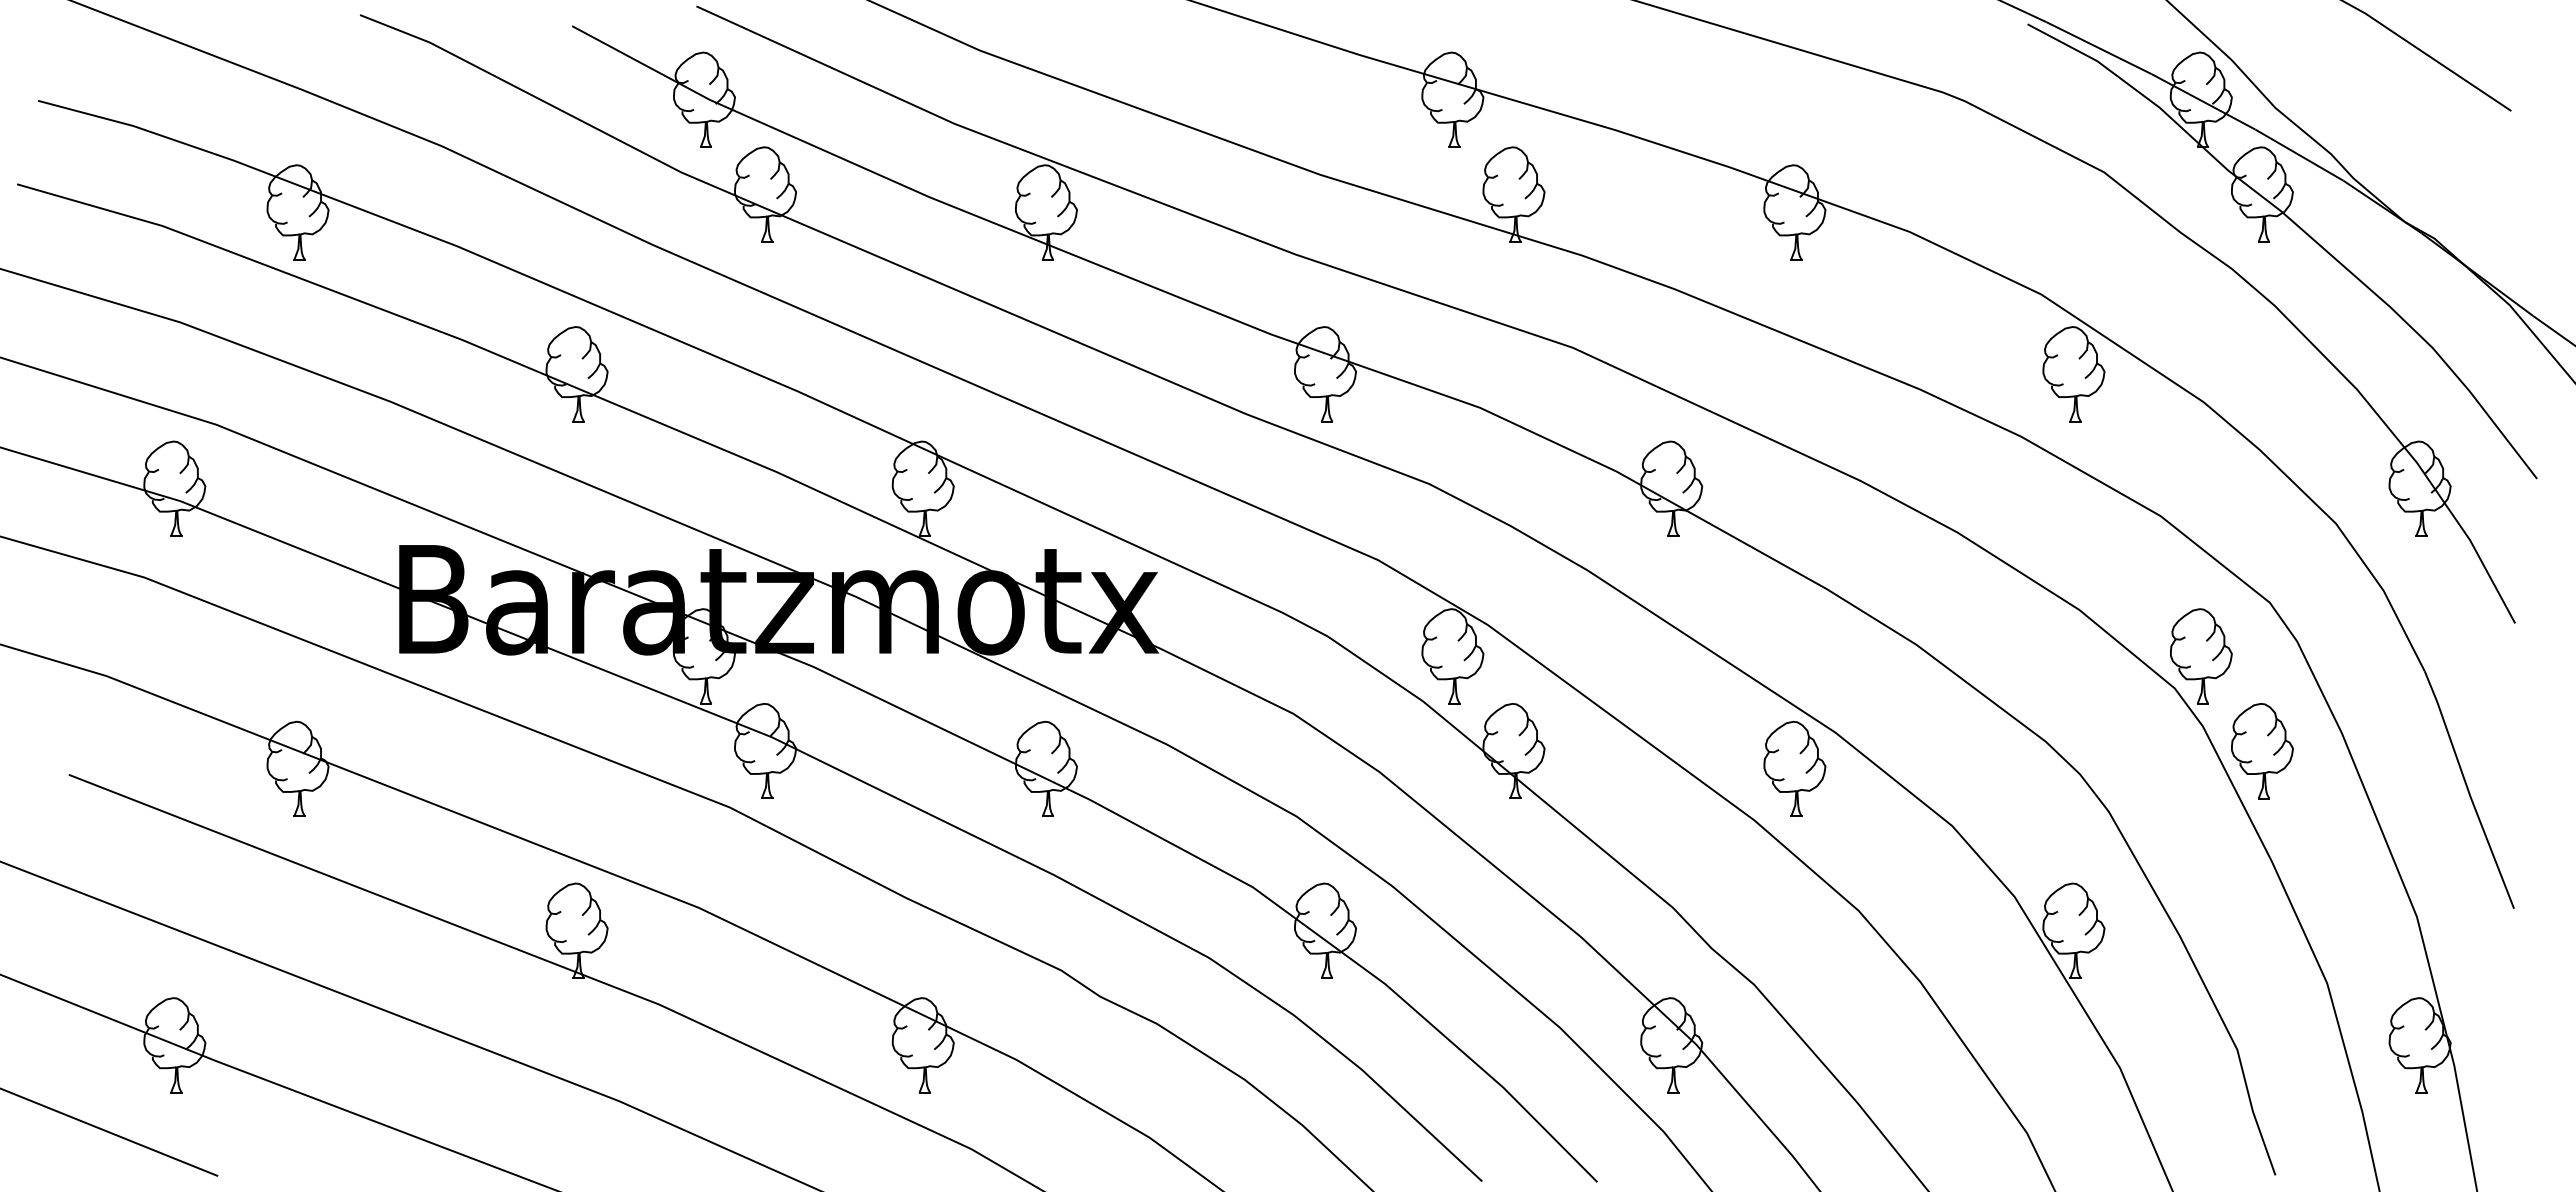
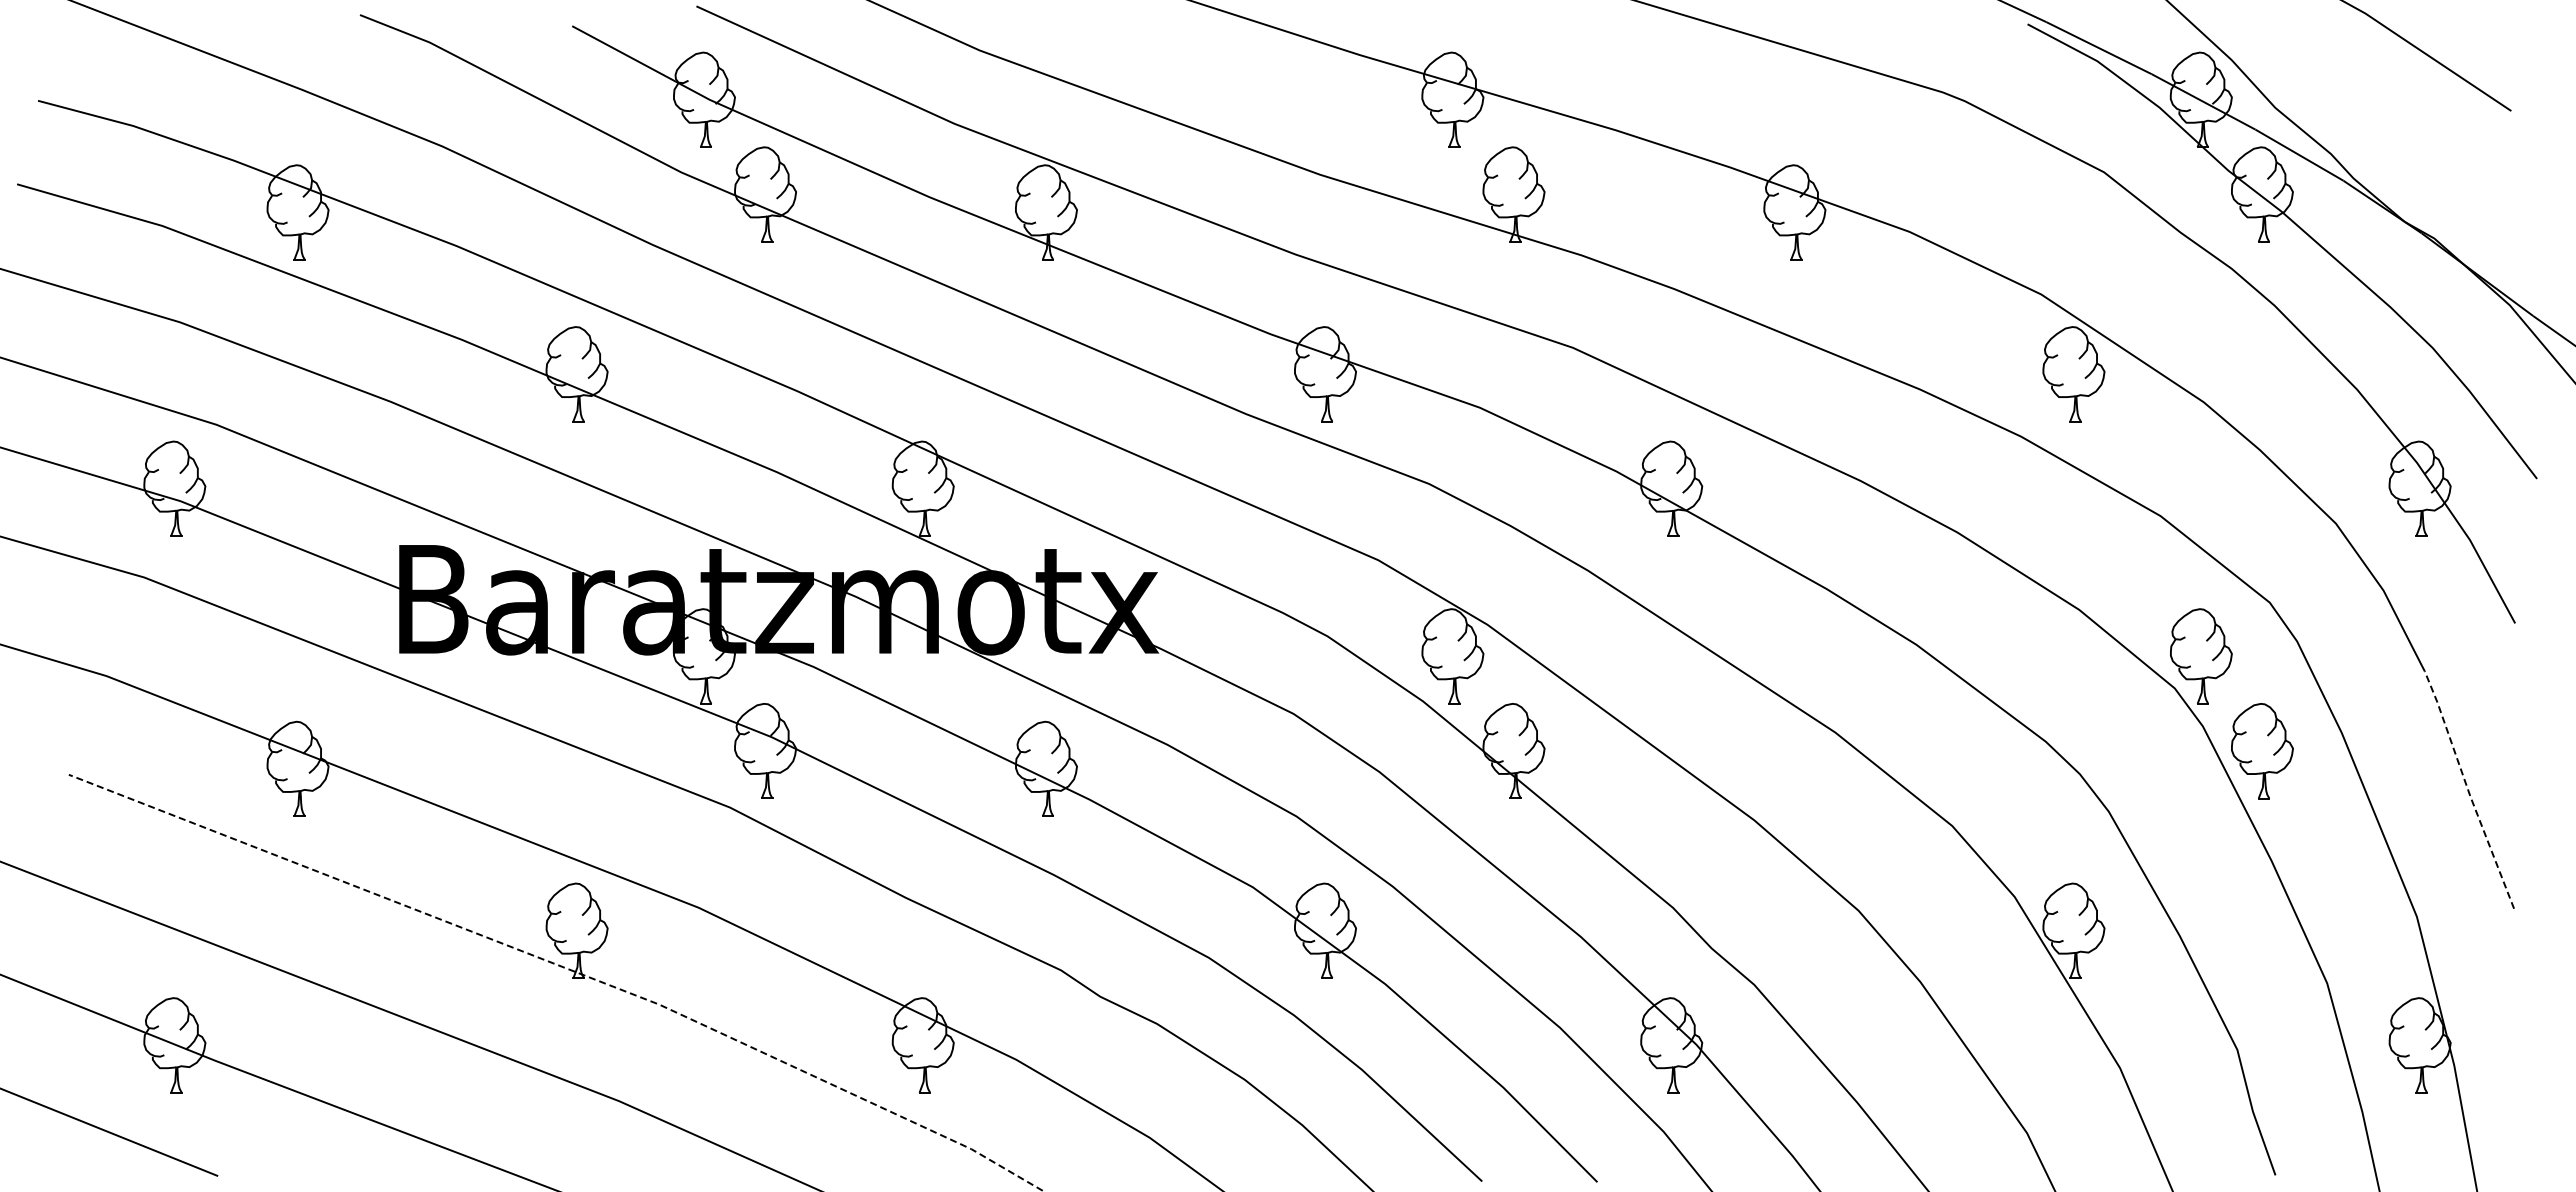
part at (1794, 768): present -> none
line at (2468, 789): solid -> dashed
line at (565, 967): solid -> dashed
